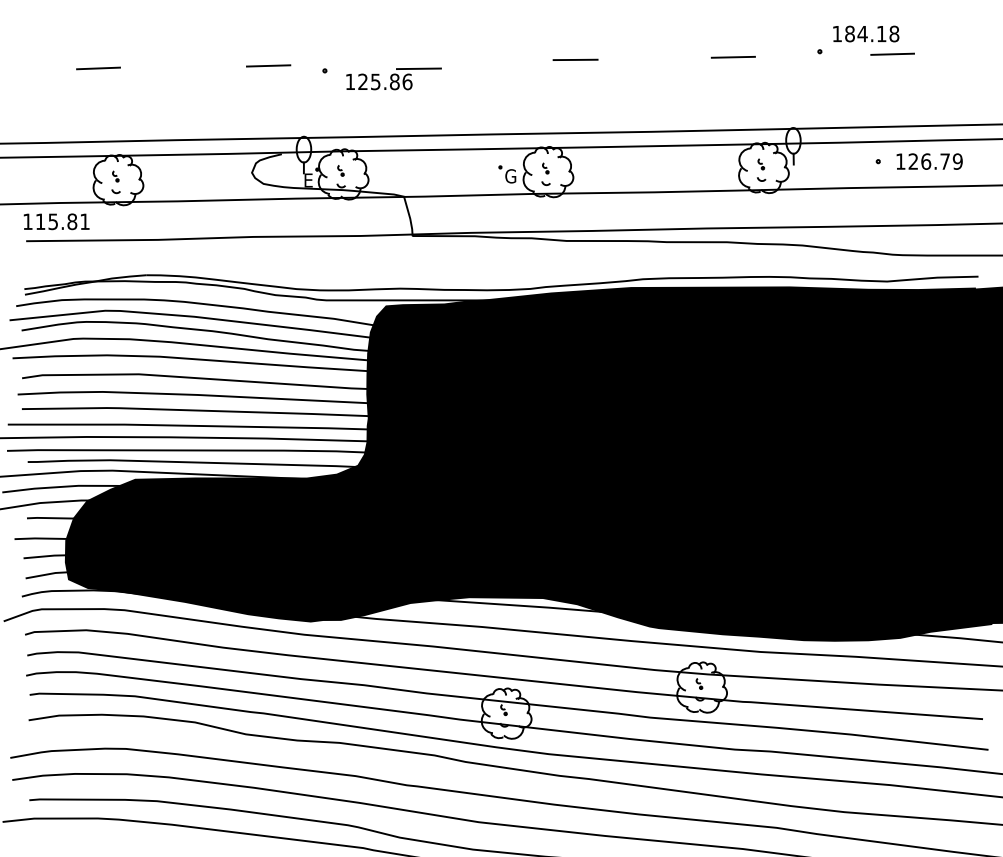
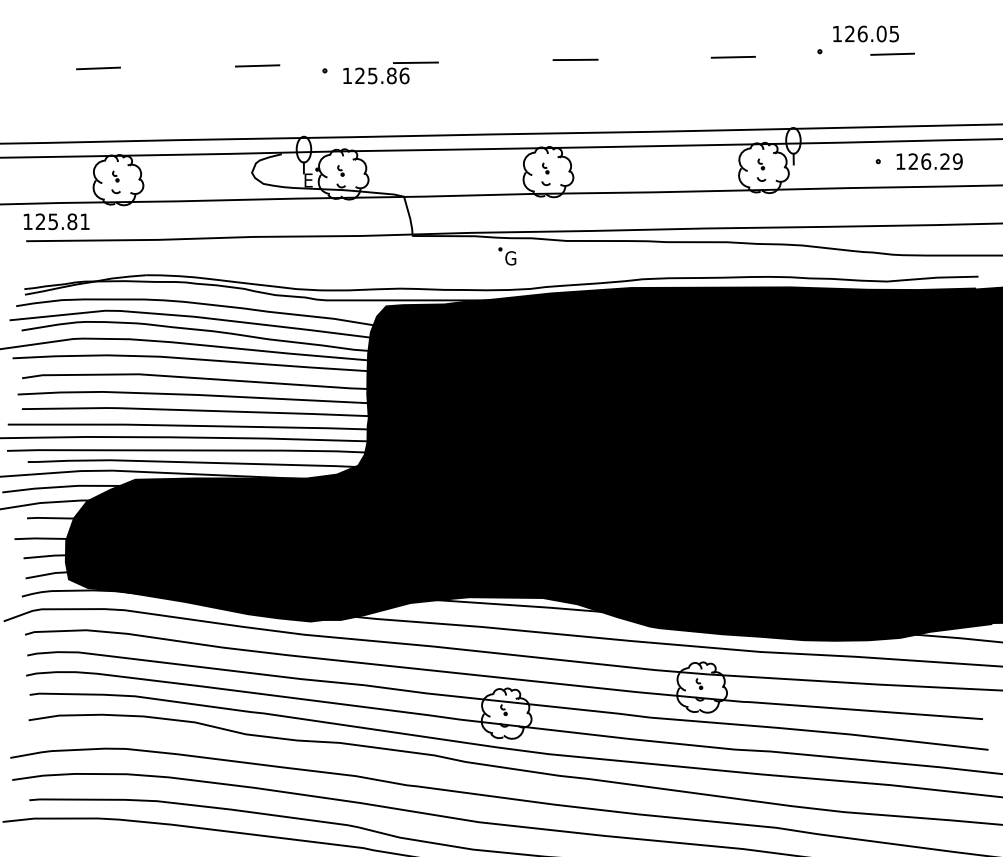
text at (872, 33): 184.18 -> 126.05
line at (268, 65) position: (268, 65) -> (257, 65)
part at (393, 78) position: (393, 78) -> (390, 72)
text at (944, 161): 126.79 -> 126.29
part at (507, 174) position: (507, 174) -> (507, 256)
text at (40, 221): 115.81 -> 125.81
